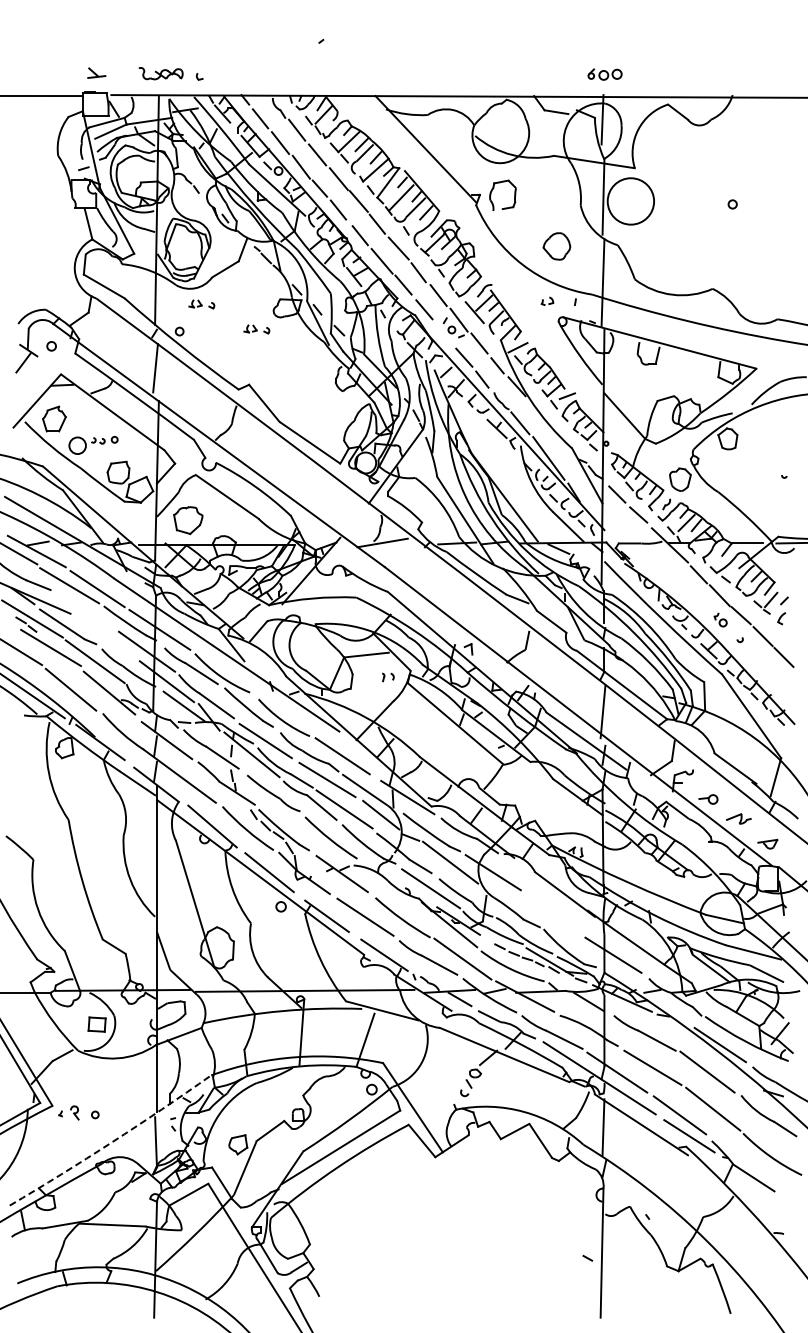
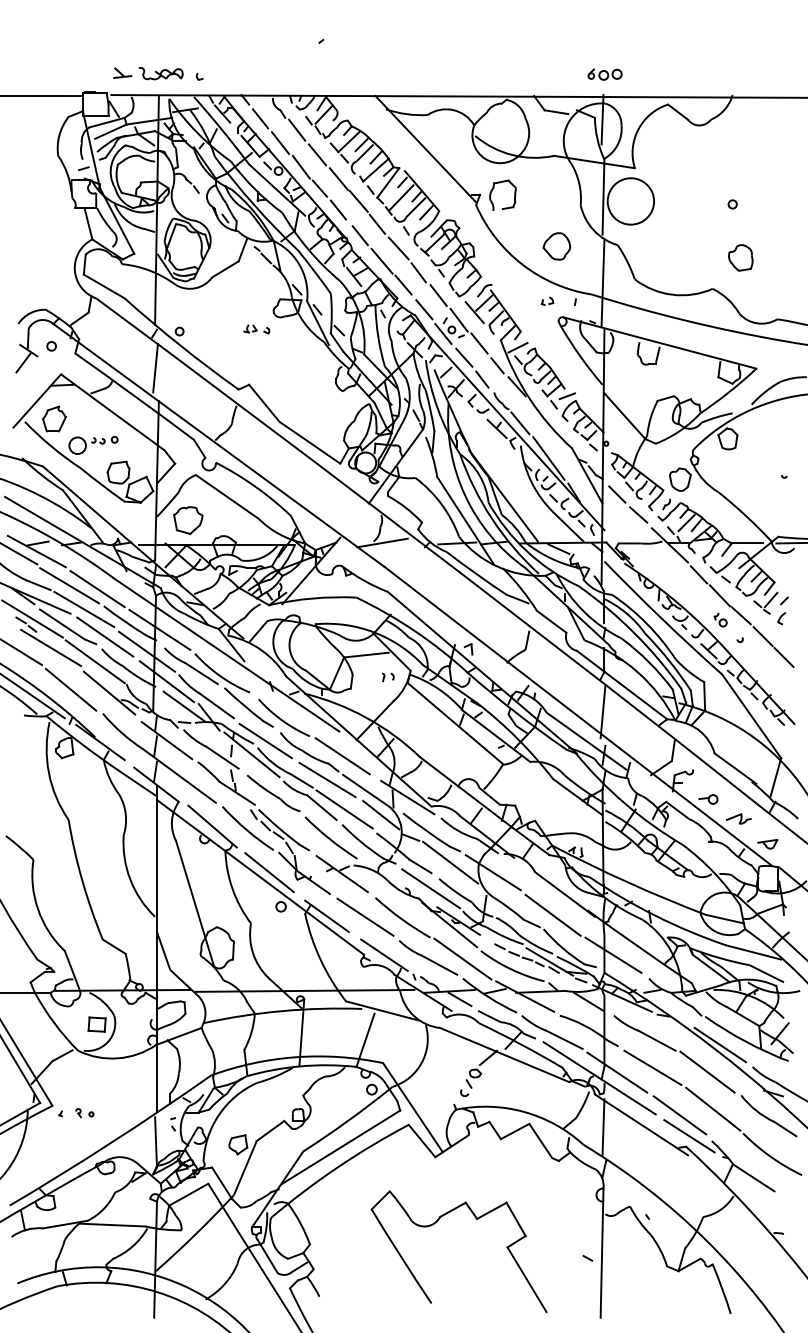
part at (96, 72) position: (96, 72) -> (122, 72)
part at (740, 257): none -> present
part at (201, 304): present -> none
line at (443, 333): none -> present
line at (84, 609): none -> present
line at (105, 636): none -> present
line at (552, 914): none -> present
part at (84, 1112) size: 30x16 px -> 20x11 px
arc at (111, 1142): dashed -> solid
part at (436, 1223): none -> present
